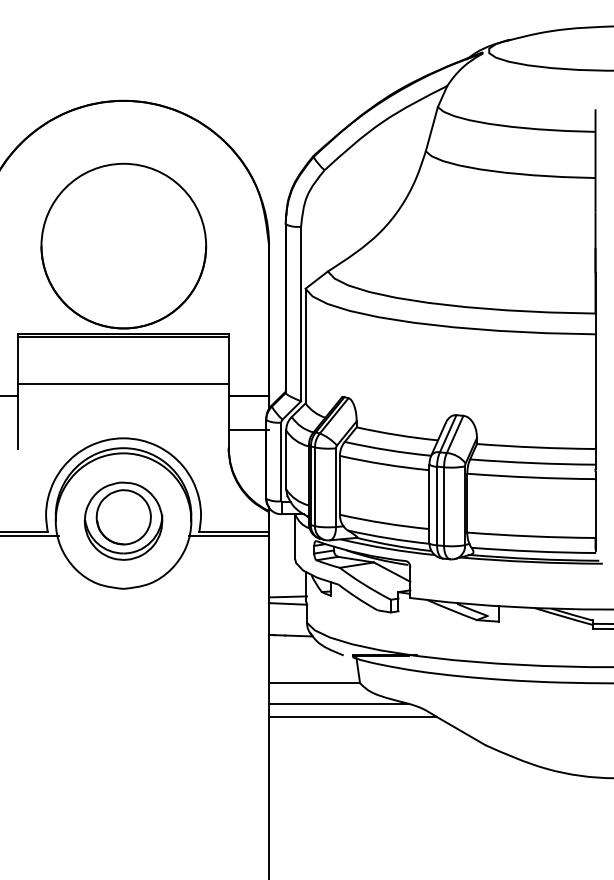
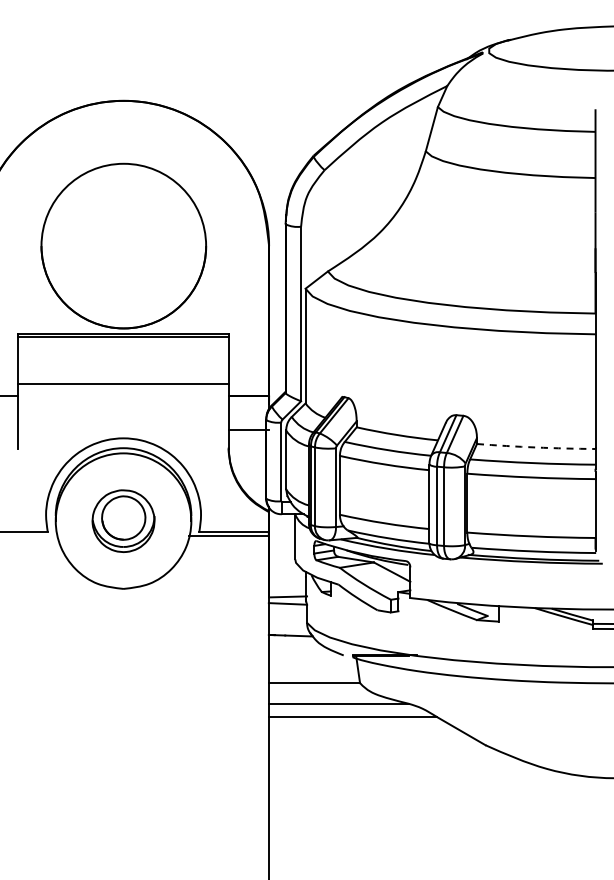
arc at (536, 447): solid -> dashed
part at (123, 520) size: 81x80 px -> 65x64 px
line at (30, 536): present -> none
